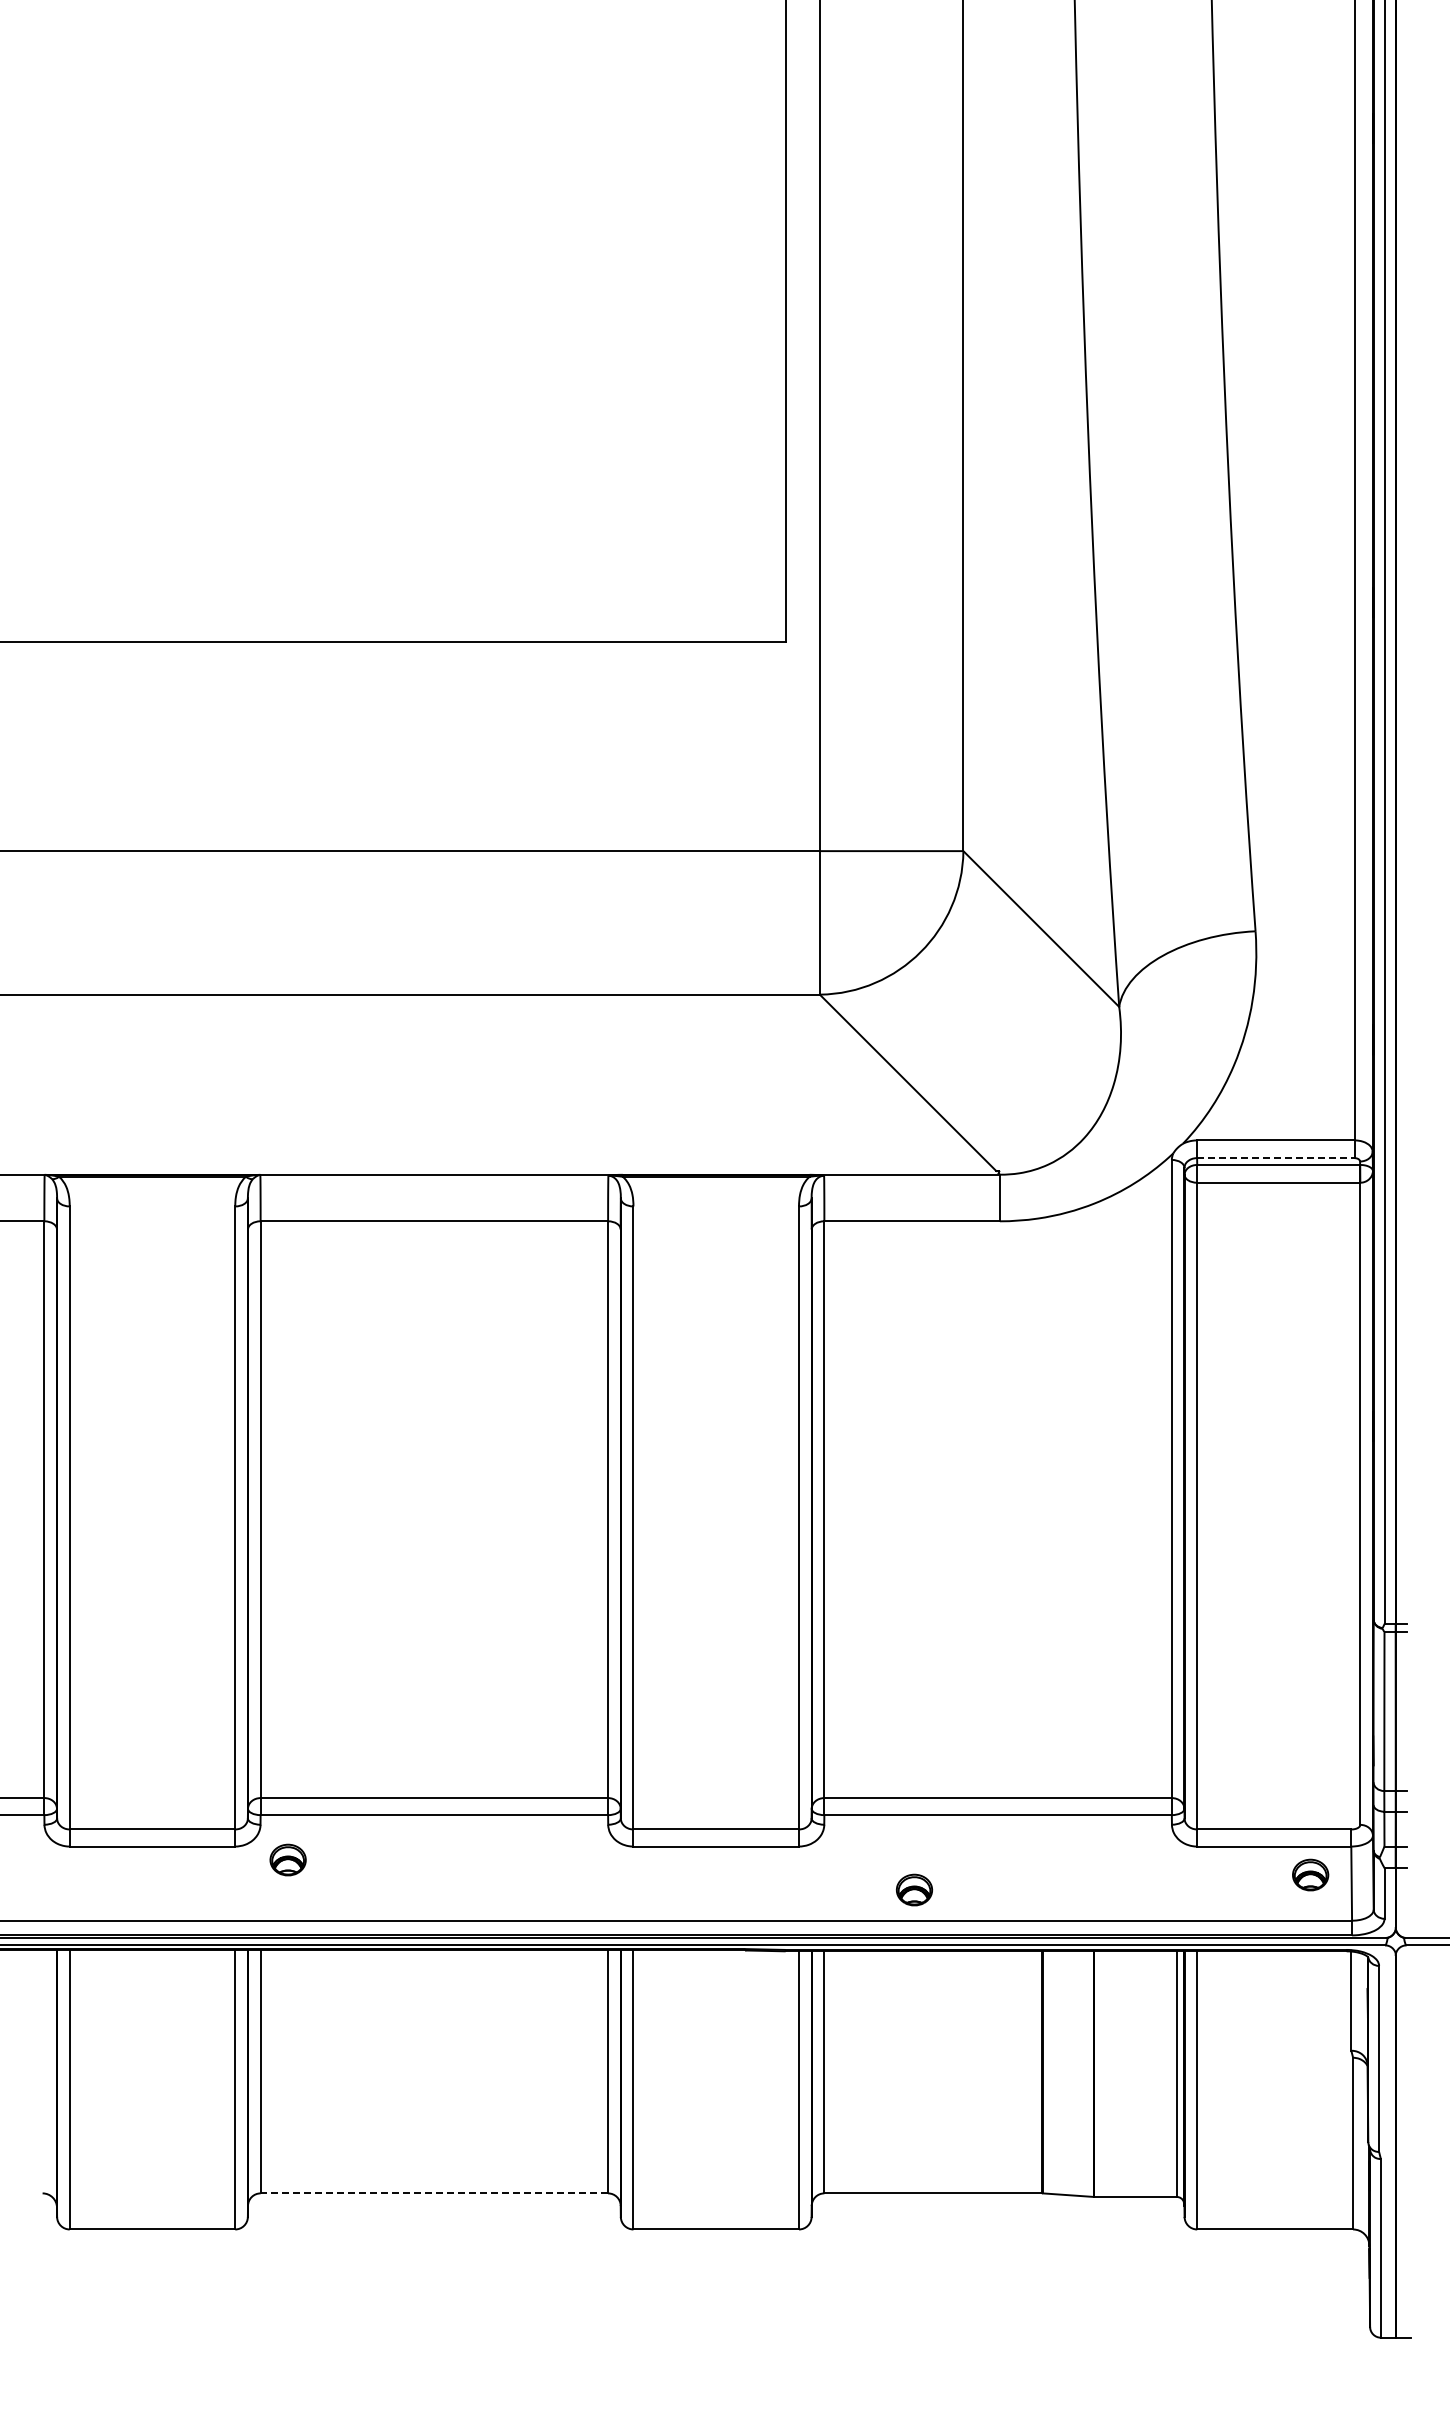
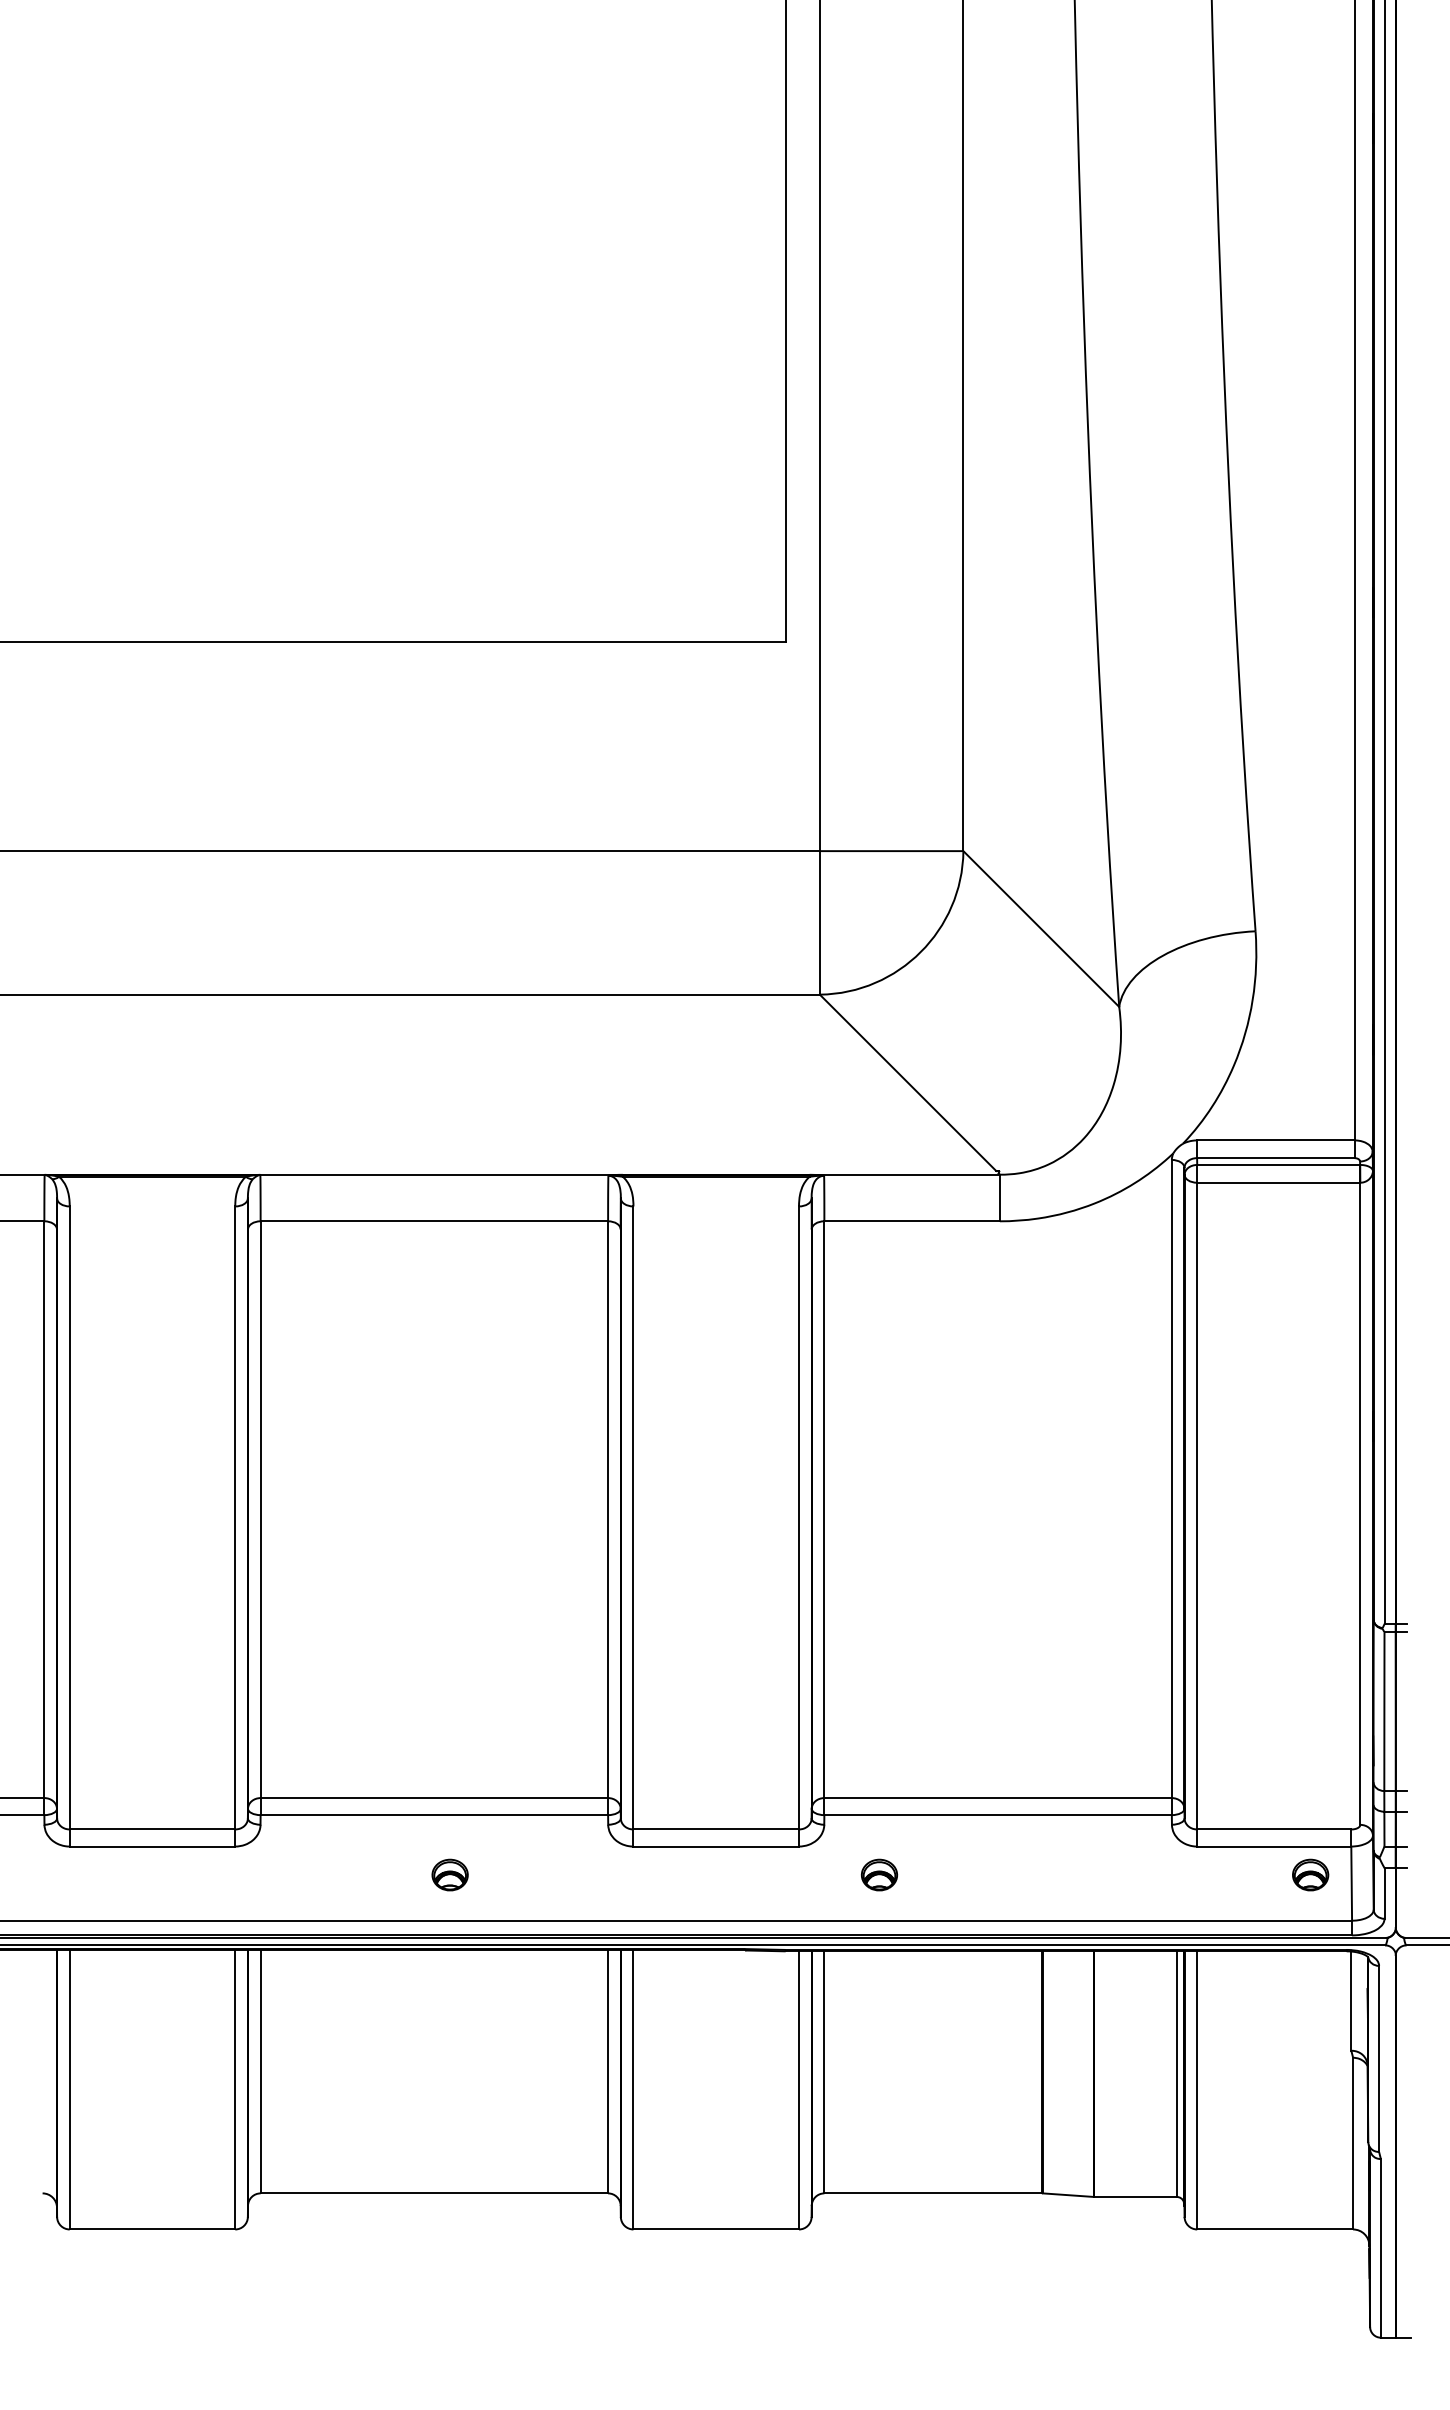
line at (1275, 1158): dashed -> solid
part at (287, 1859) position: (287, 1859) -> (449, 1874)
part at (914, 1889) position: (914, 1889) -> (879, 1874)
line at (434, 2193): dashed -> solid
